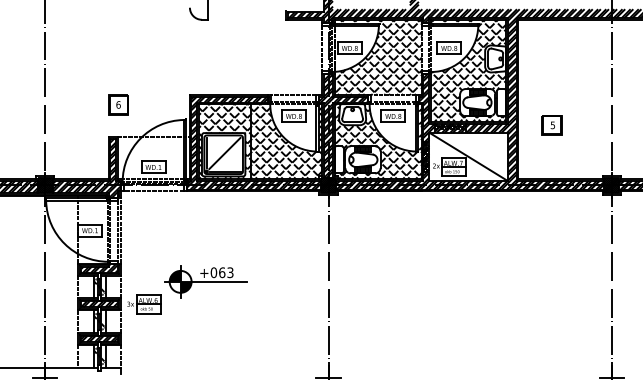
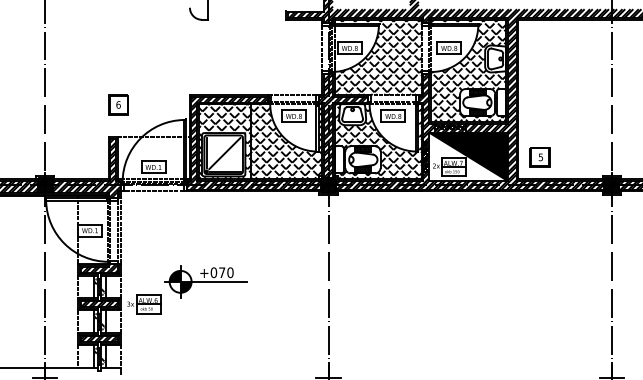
part at (551, 125) position: (551, 125) -> (539, 157)
fill at (468, 156): none -> present
text at (226, 272): +063 -> +070
